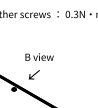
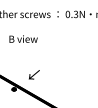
text at (39, 56) position: (39, 56) -> (23, 38)
